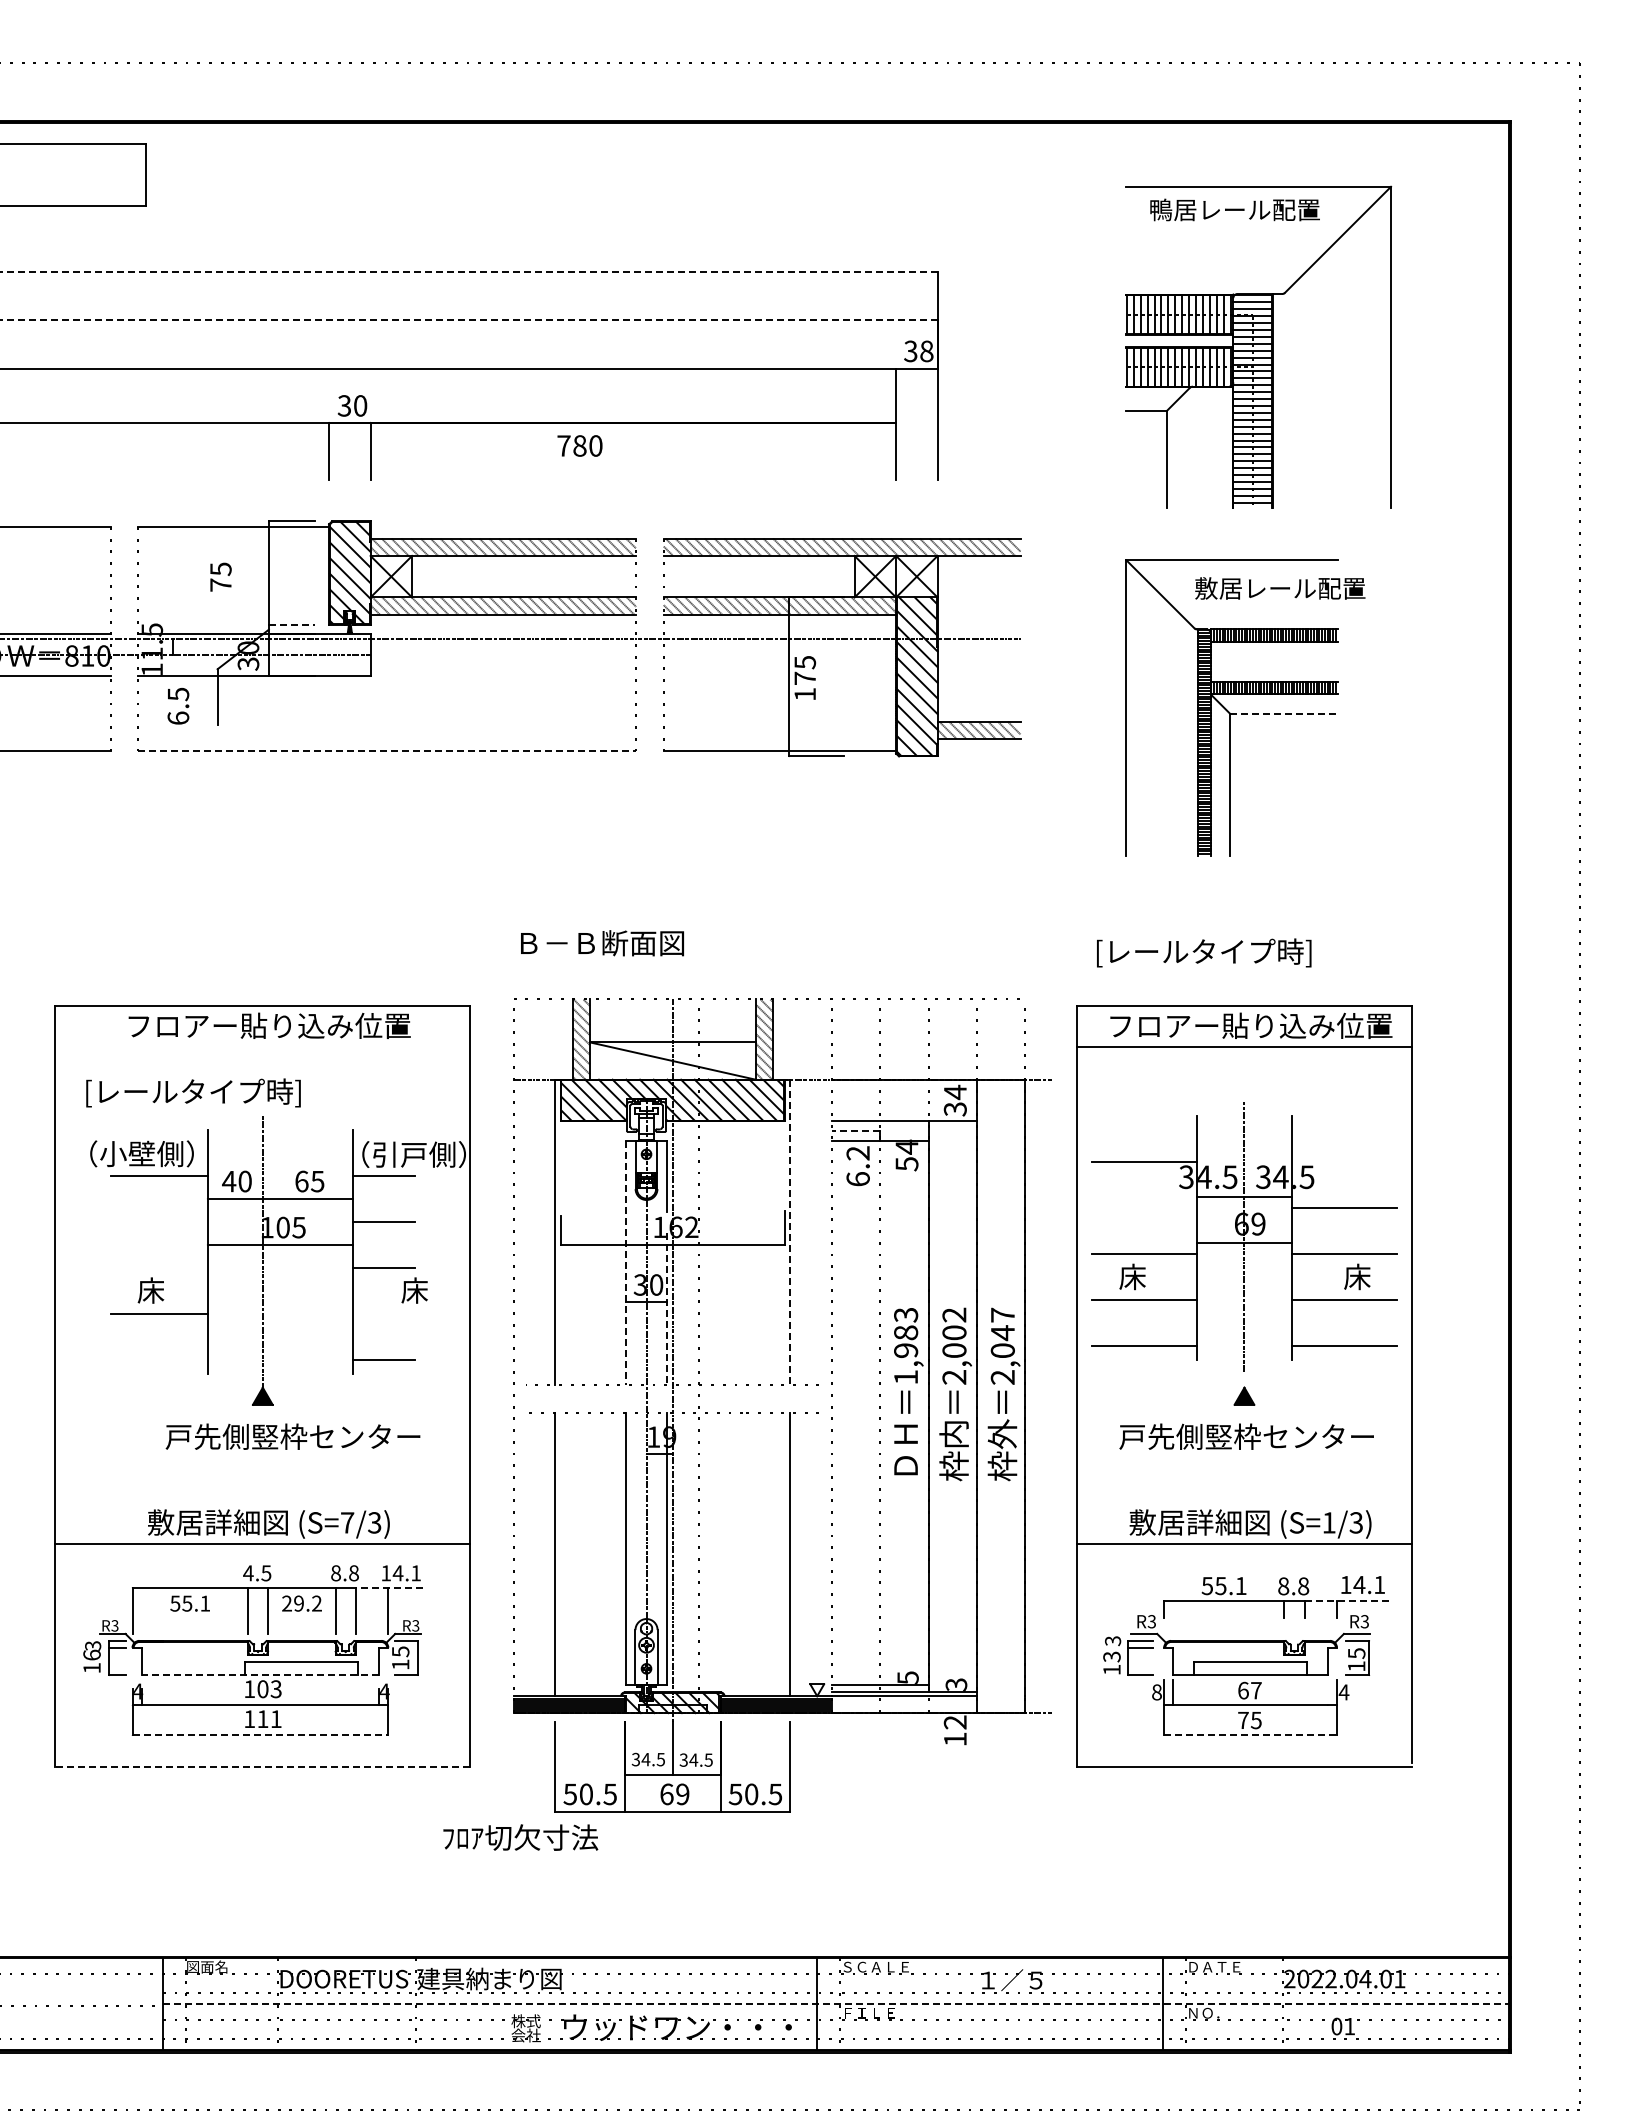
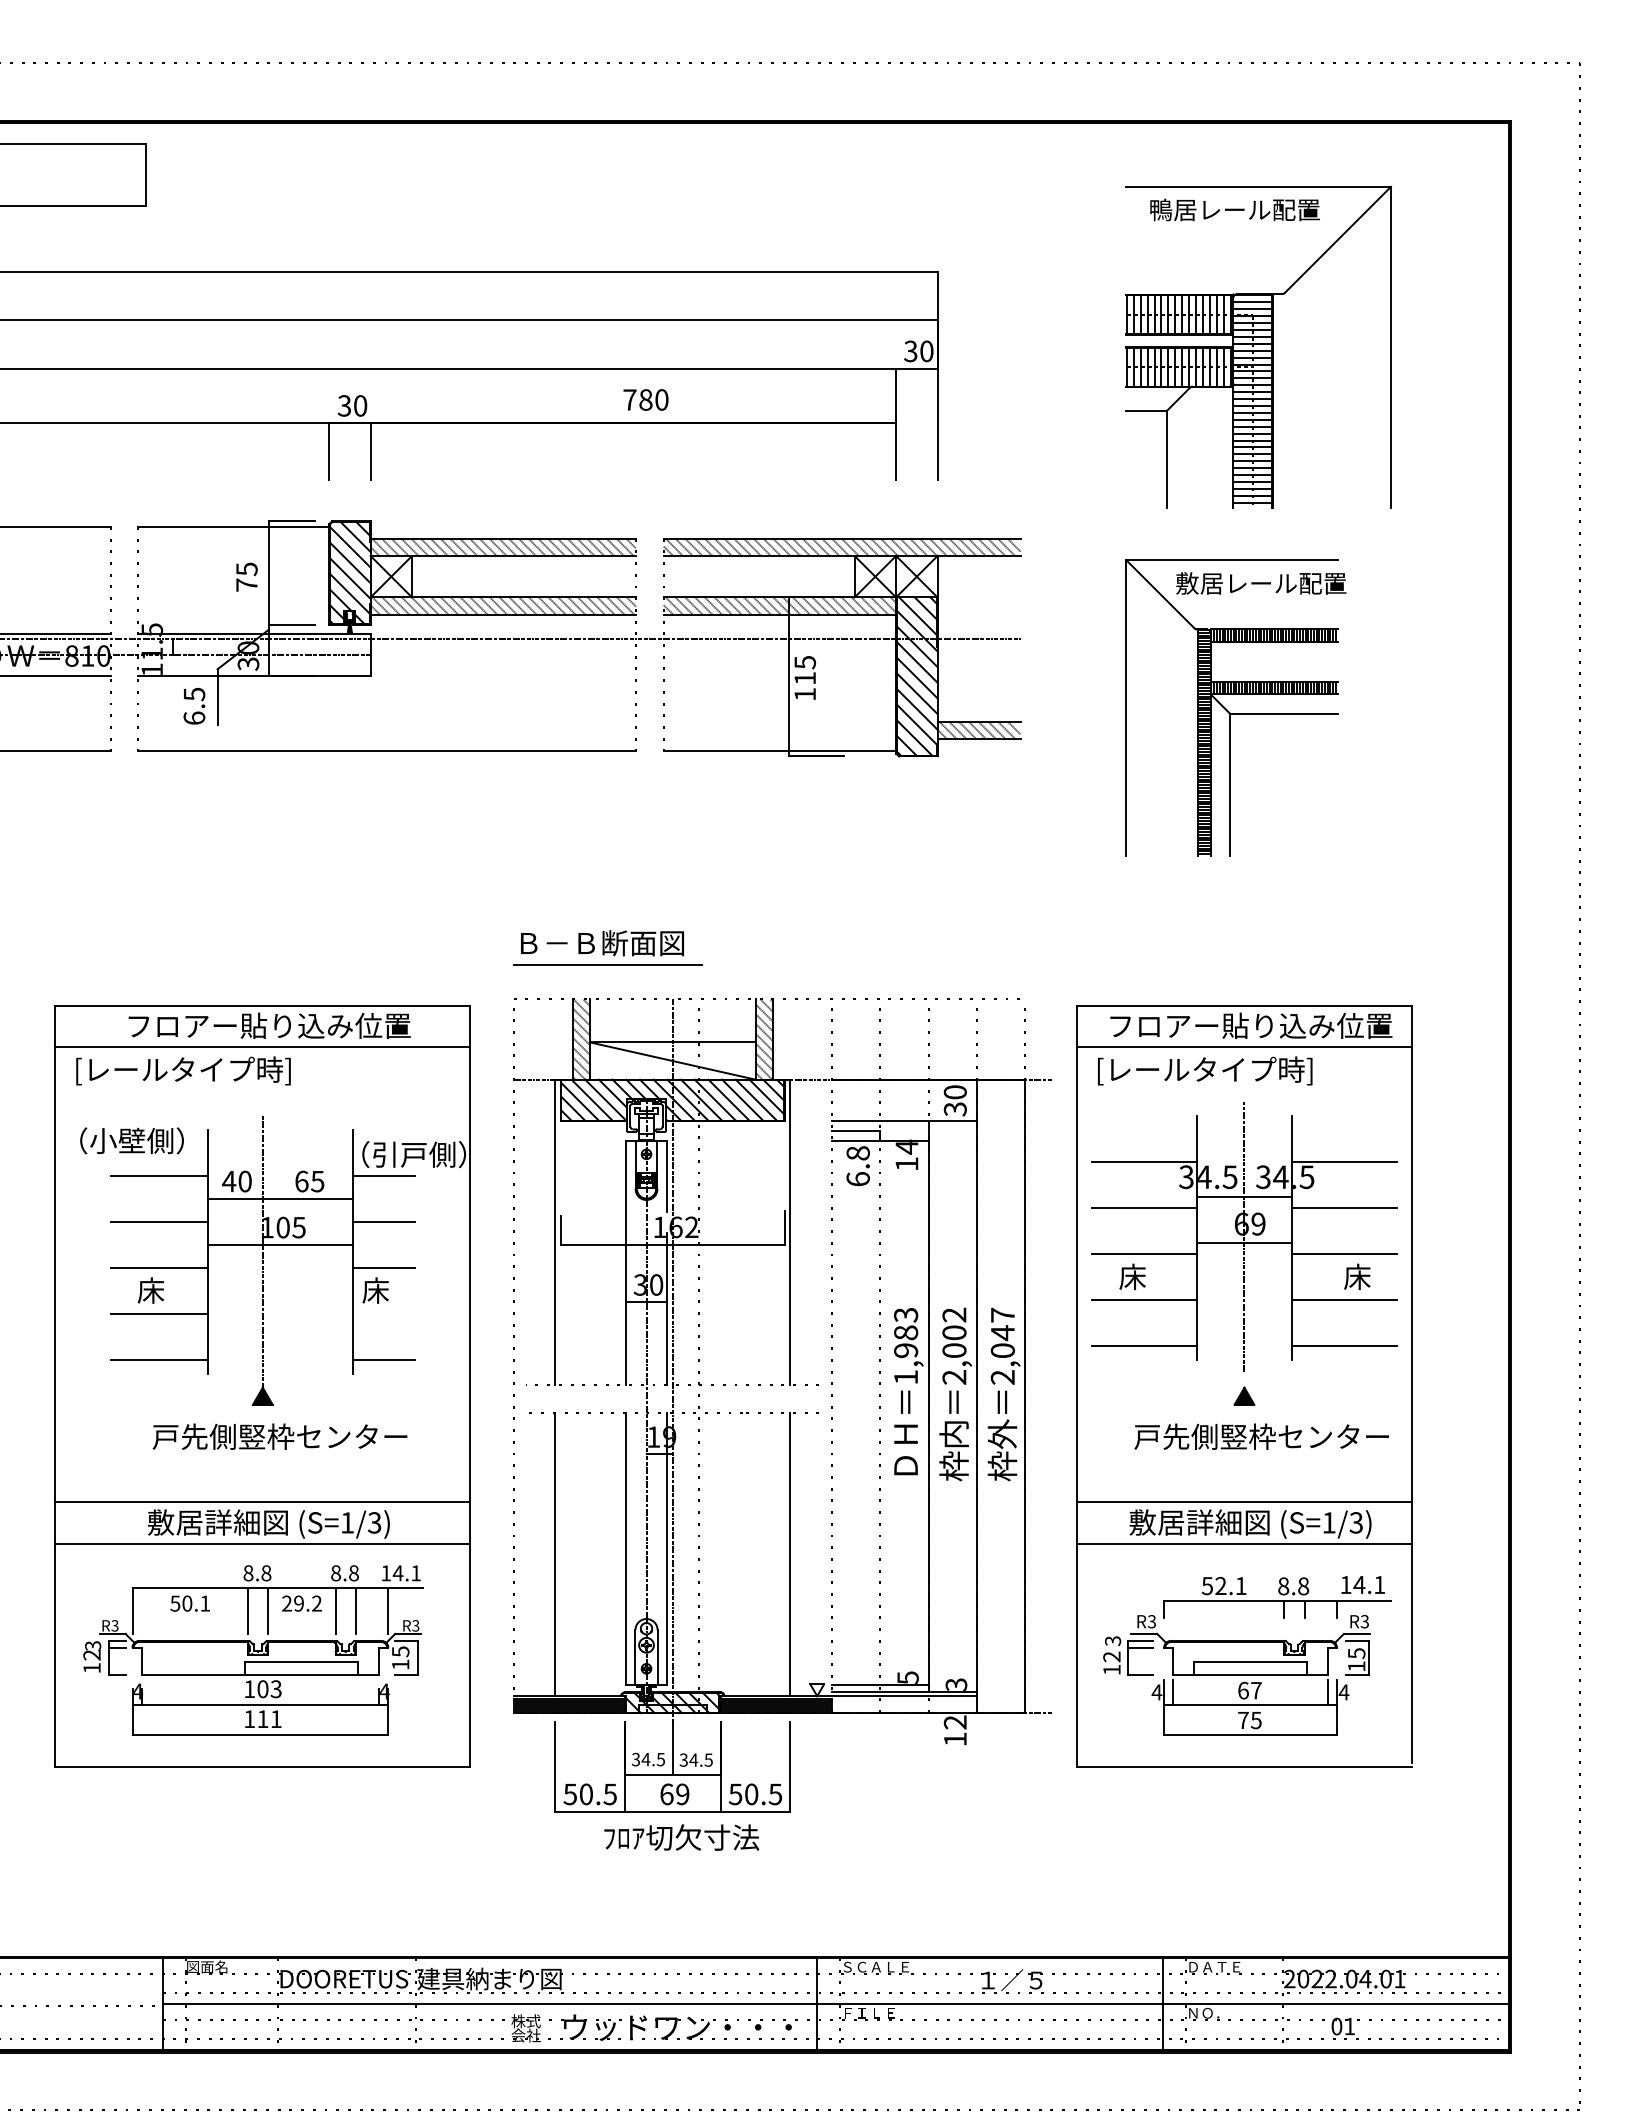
line at (468, 271): dashed -> solid
line at (468, 320): dashed -> solid
text at (926, 351): 38 -> 30
text at (579, 445) position: (579, 445) -> (645, 399)
text at (220, 576) position: (220, 576) -> (246, 576)
text at (1280, 588) position: (1280, 588) -> (1261, 583)
line at (291, 625): dashed -> solid
text at (804, 677): 175 -> 115
text at (178, 705) position: (178, 705) -> (194, 705)
line at (1283, 713): dashed -> solid
line at (387, 750): dashed -> solid
text at (1204, 952) position: (1204, 952) -> (1205, 1070)
line at (607, 964): none -> present
line at (262, 1047): none -> present
text at (193, 1092) position: (193, 1092) -> (183, 1070)
text at (954, 1092): 34 -> 30
line at (855, 1131): dashed -> solid
text at (141, 1153) position: (141, 1153) -> (131, 1140)
text at (857, 1153): 6.2 -> 6.8
line at (1344, 1162): none -> present
text at (906, 1164): 54 -> 14
line at (1144, 1208): none -> present
line at (158, 1221): none -> present
line at (790, 1232): dashed -> solid
line at (625, 1263): dashed -> solid
line at (158, 1267): none -> present
text at (414, 1290) position: (414, 1290) -> (375, 1290)
line at (667, 1309): dashed -> solid
line at (158, 1360): none -> present
text at (292, 1436) position: (292, 1436) -> (279, 1436)
text at (1246, 1436) position: (1246, 1436) -> (1261, 1436)
line at (262, 1502): none -> present
line at (1244, 1502): none -> present
text at (347, 1522): (S=7/3) -> (S=1/3)
text at (257, 1573): 4.5 -> 8.8
text at (1220, 1585): 55.1 -> 52.1
line at (389, 1587): dashed -> solid
line at (1348, 1601): dashed -> solid
text at (187, 1603): 55.1 -> 50.1
text at (91, 1654): 16 -> 12
text at (1111, 1656): 13 -> 12
line at (260, 1675): dashed -> solid
text at (1156, 1692): 8 -> 4
line at (1327, 1692): none -> present
line at (260, 1735): dashed -> solid
line at (1251, 1735): dashed -> solid
line at (262, 1766): dashed -> solid
text at (520, 1837) position: (520, 1837) -> (681, 1837)
line at (836, 2004): dashed -> solid
